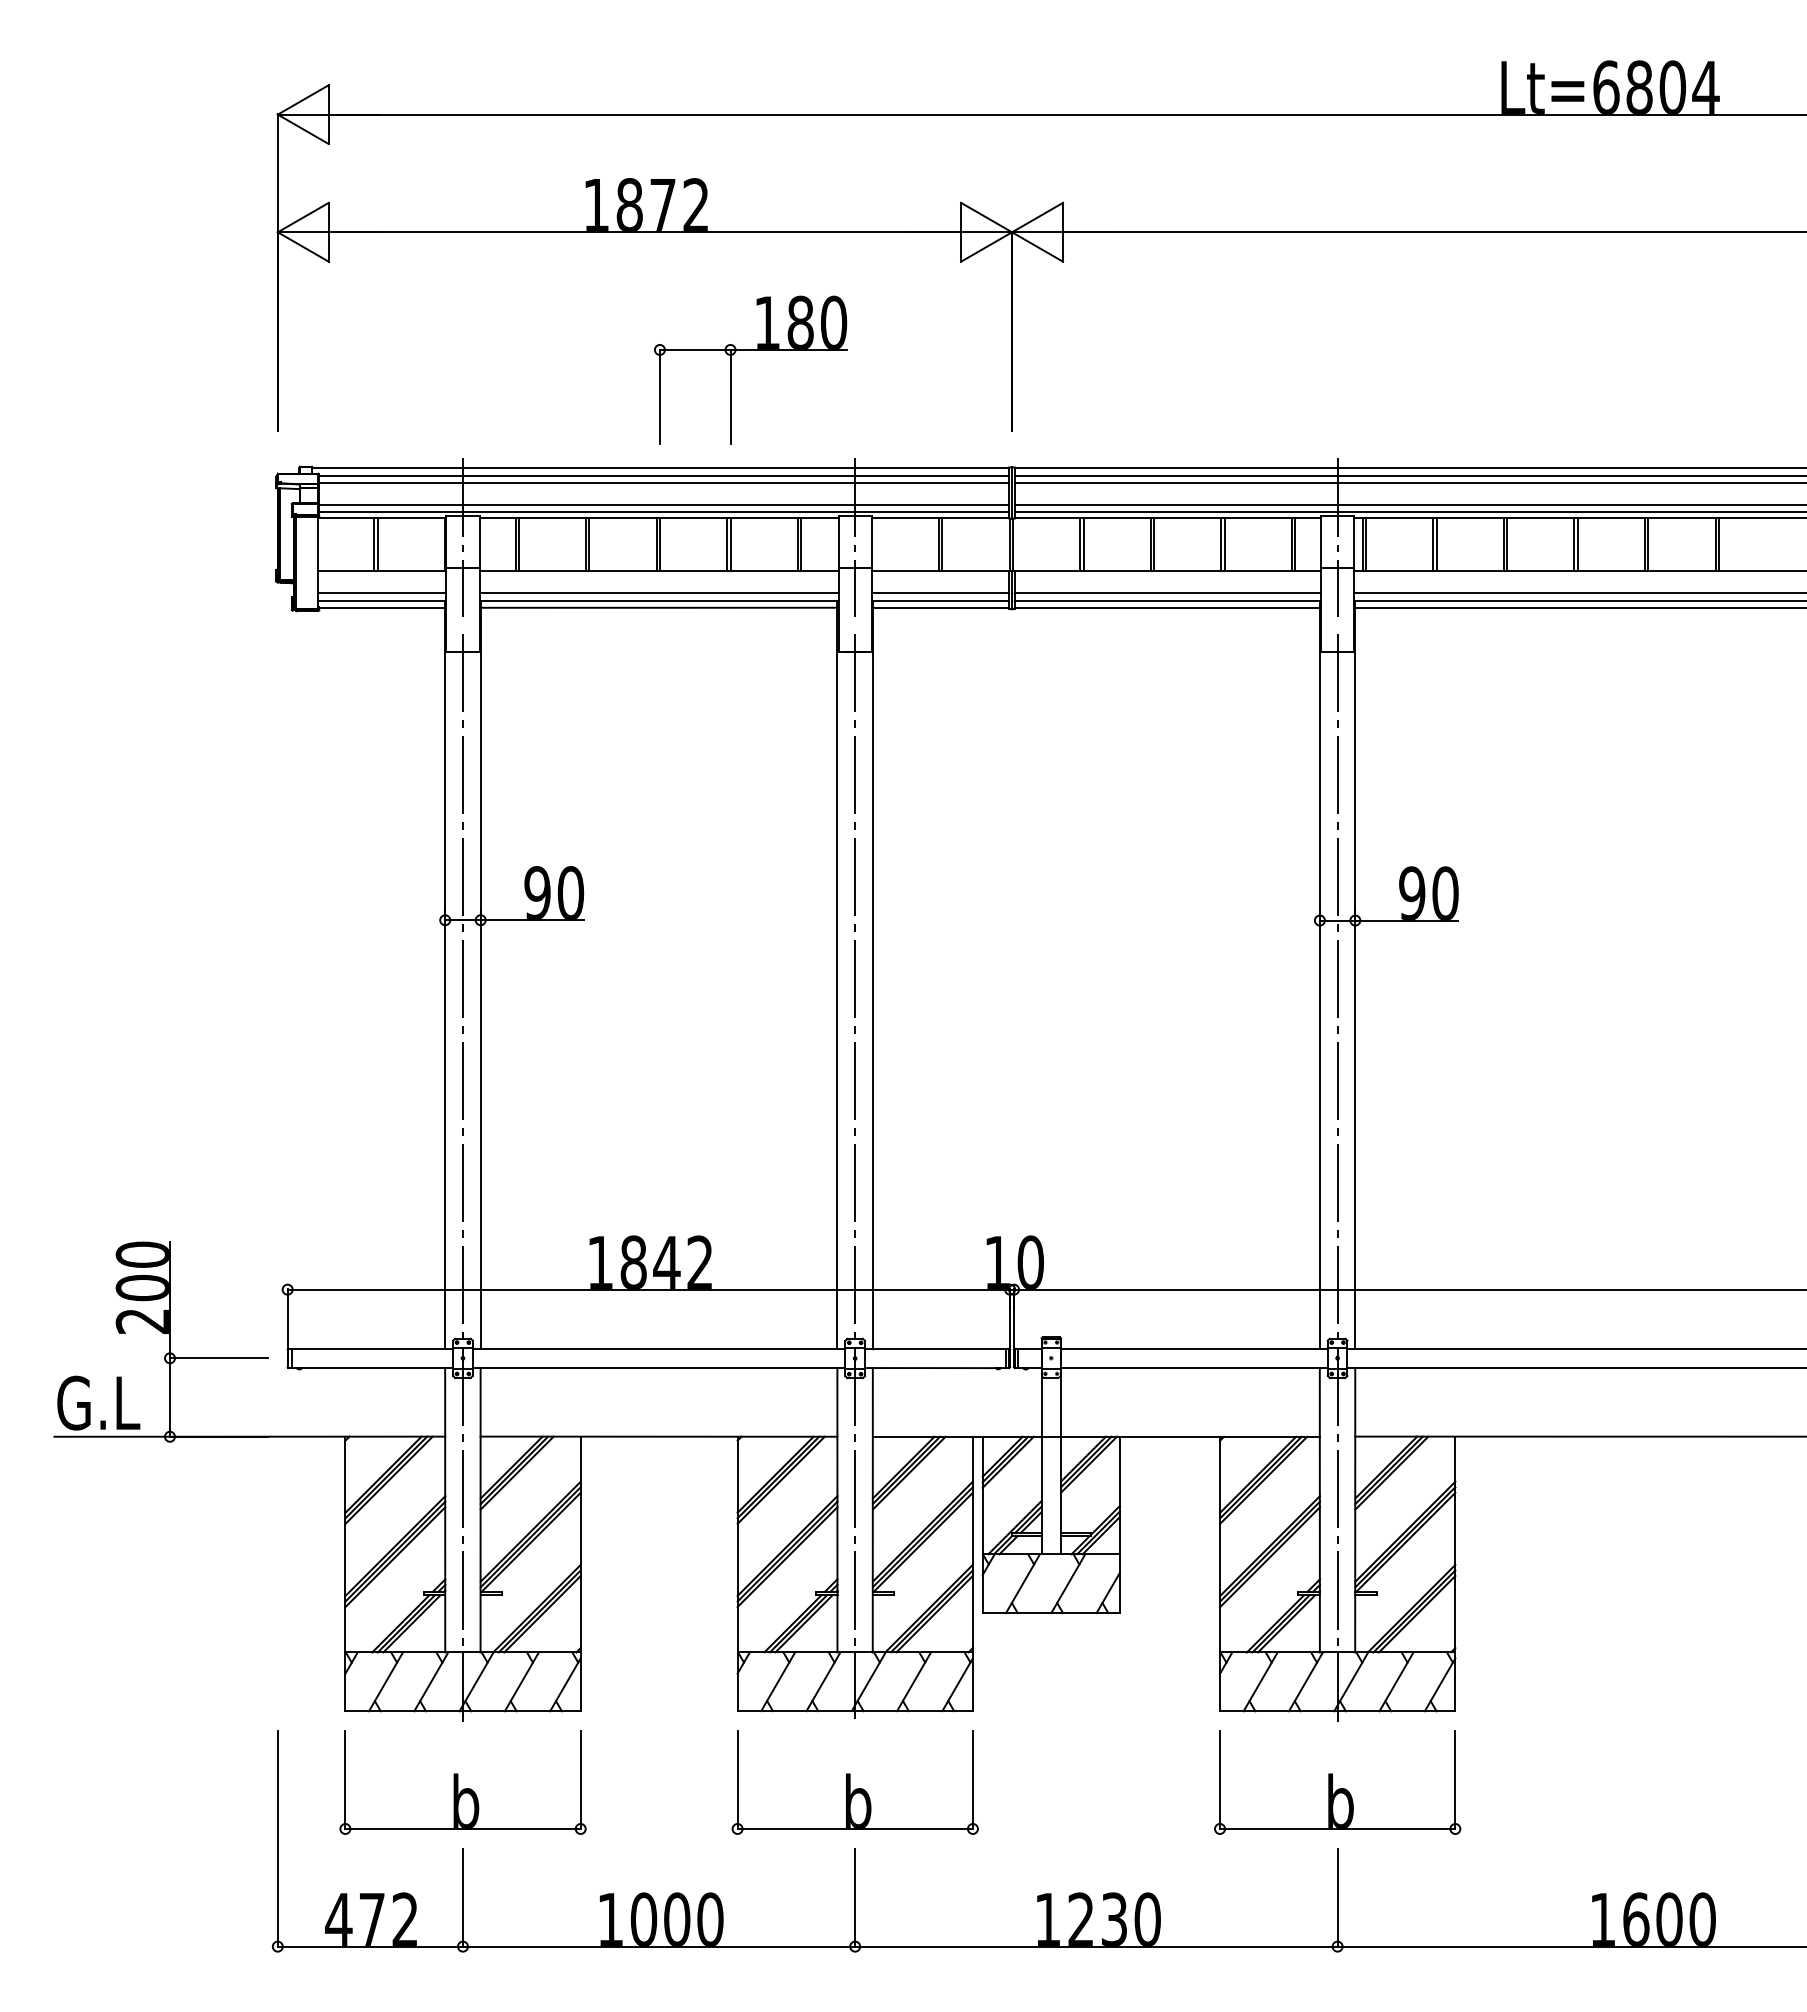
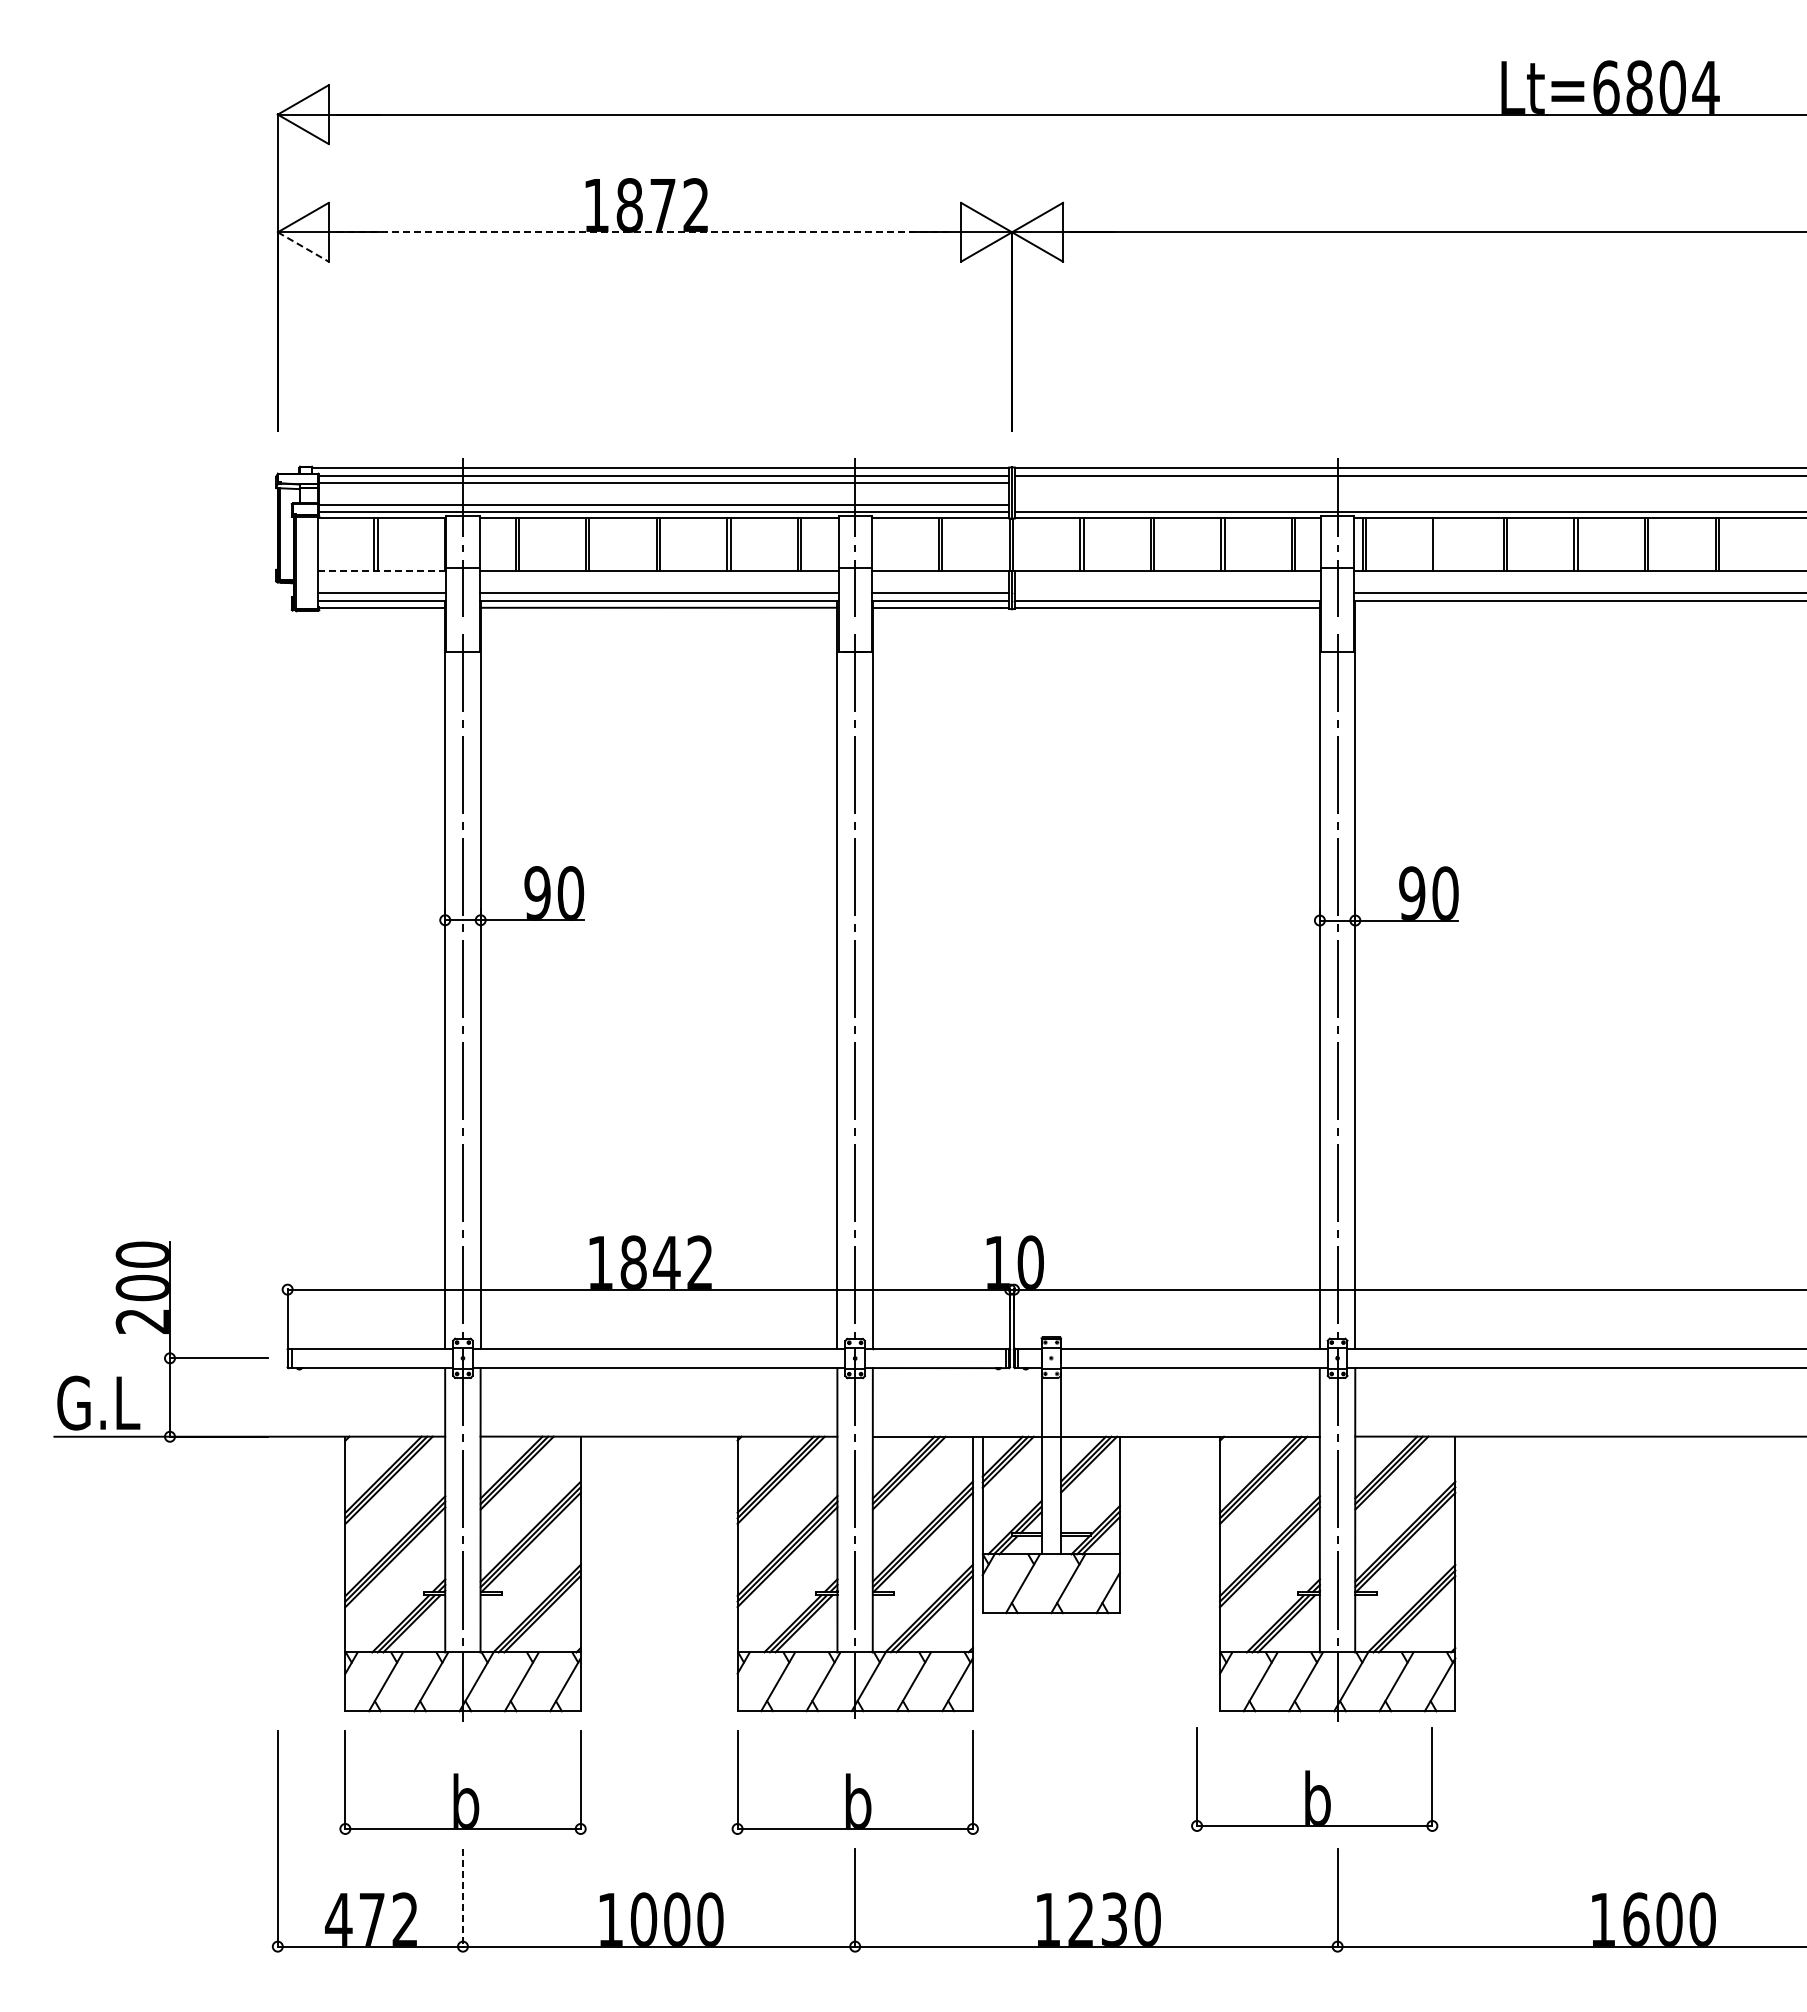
line at (645, 232): solid -> dashed
line at (303, 247): solid -> dashed
part at (750, 350): present -> none
line at (1409, 483): present -> none
line at (1409, 504): present -> none
line at (1436, 544): present -> none
line at (381, 571): solid -> dashed
line at (1167, 592): present -> none
line at (1579, 607): present -> none
part at (1337, 1782) position: (1337, 1782) -> (1314, 1779)
line at (462, 1898): solid -> dashed
